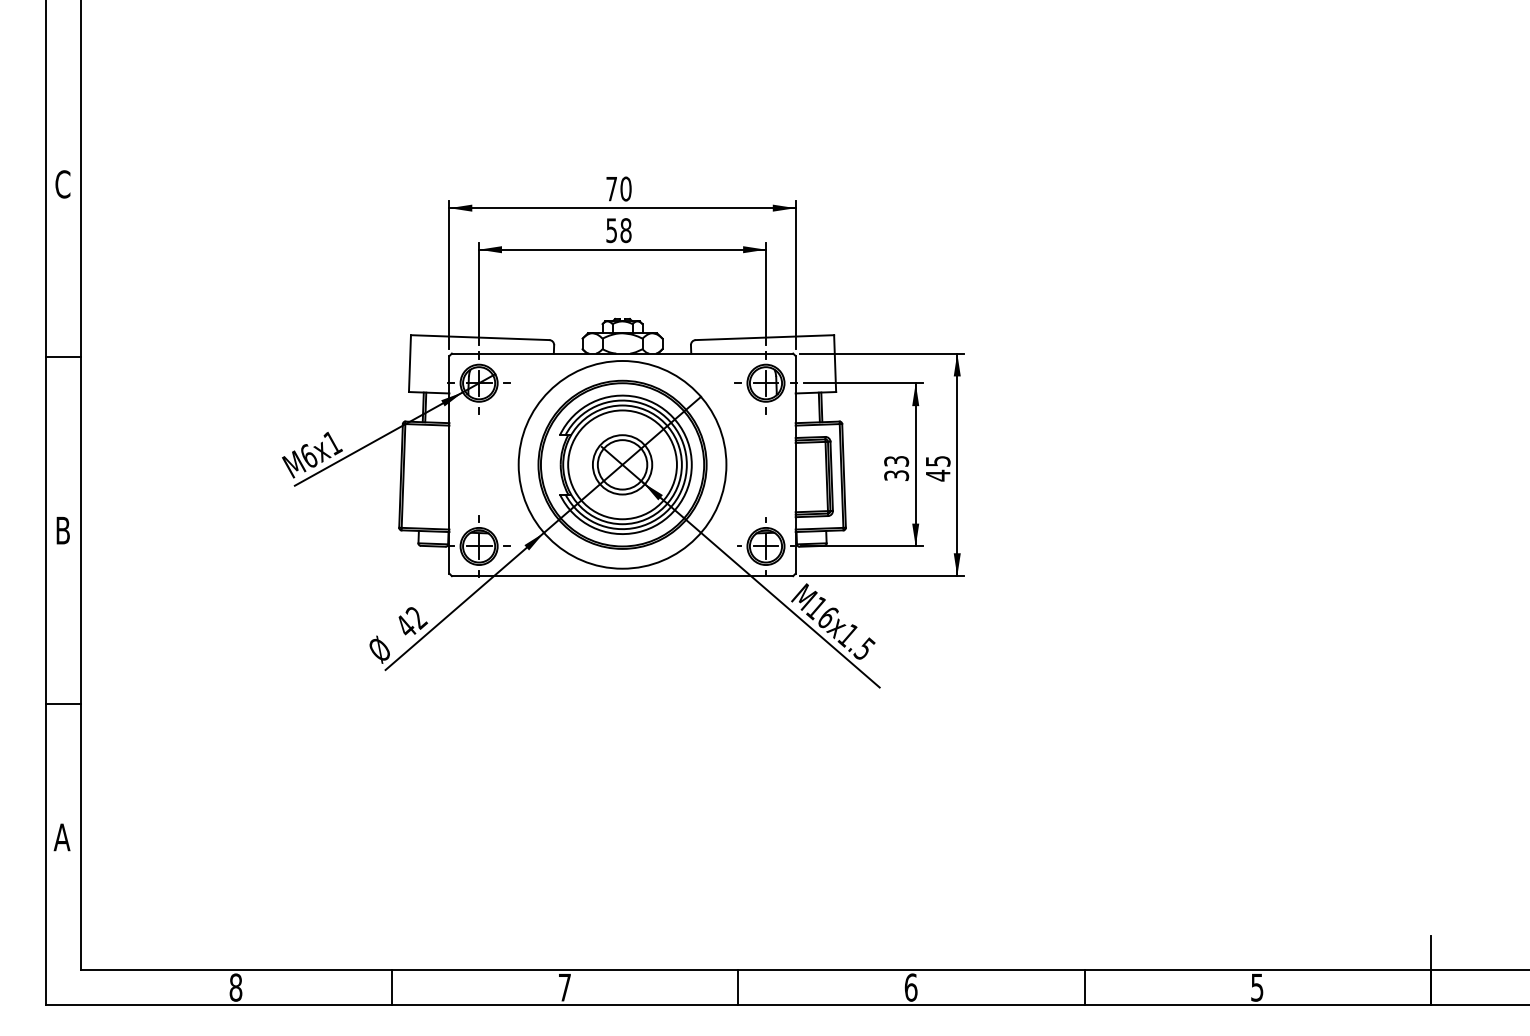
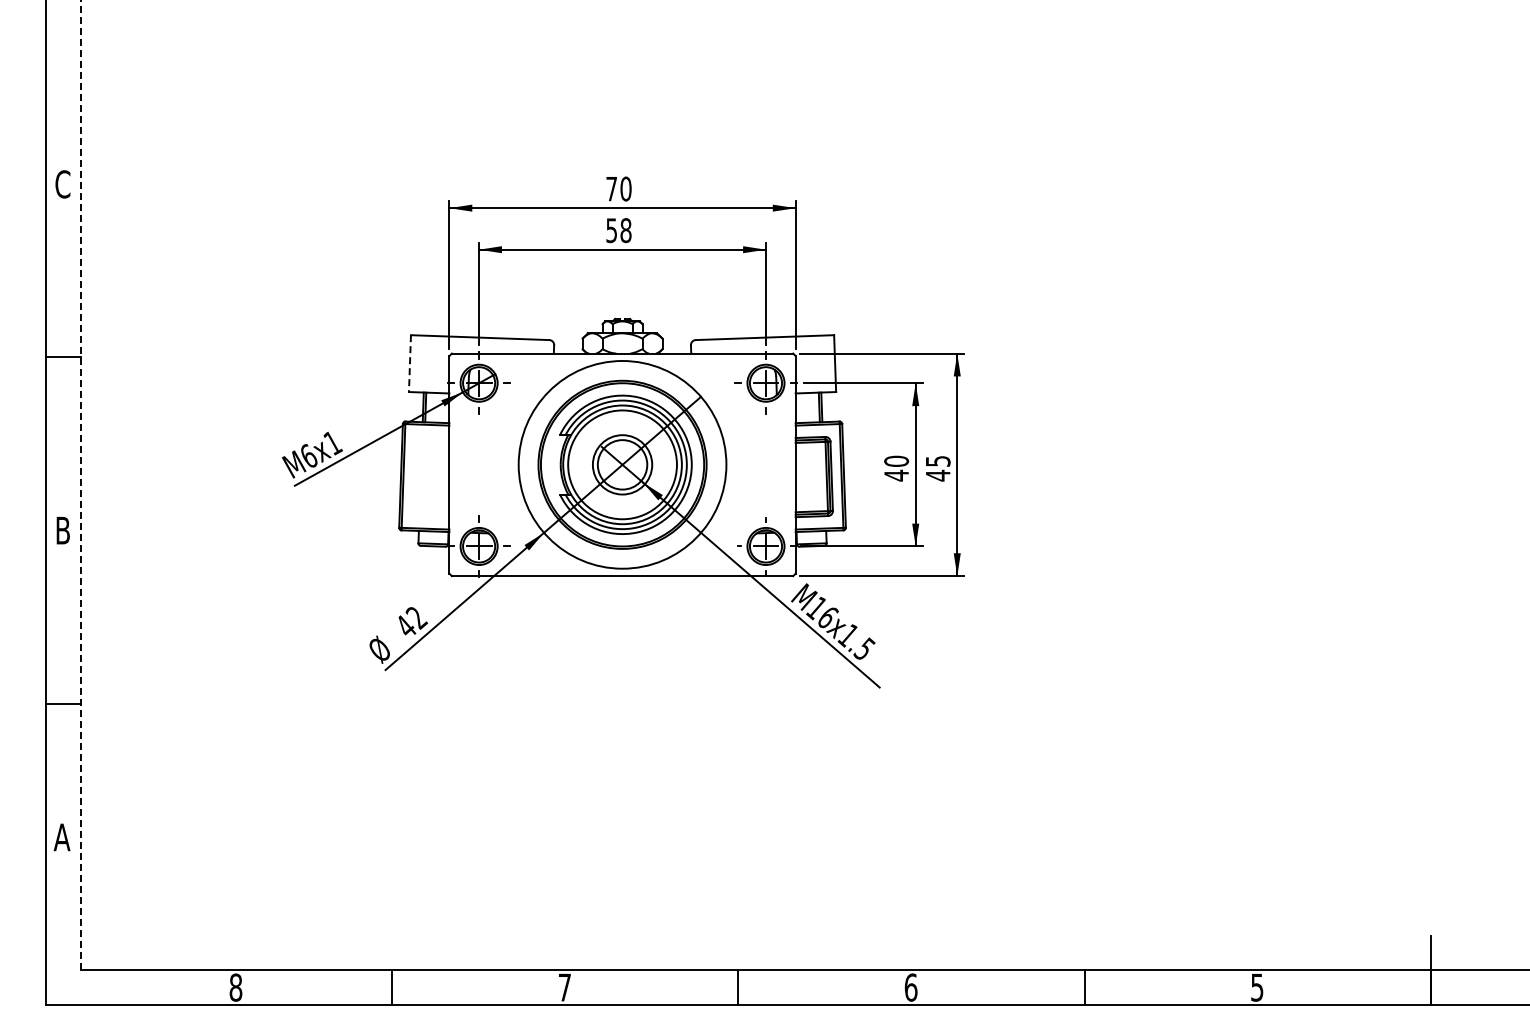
line at (409, 364): solid -> dashed
text at (896, 468): 33 -> 40
line at (80, 485): solid -> dashed
